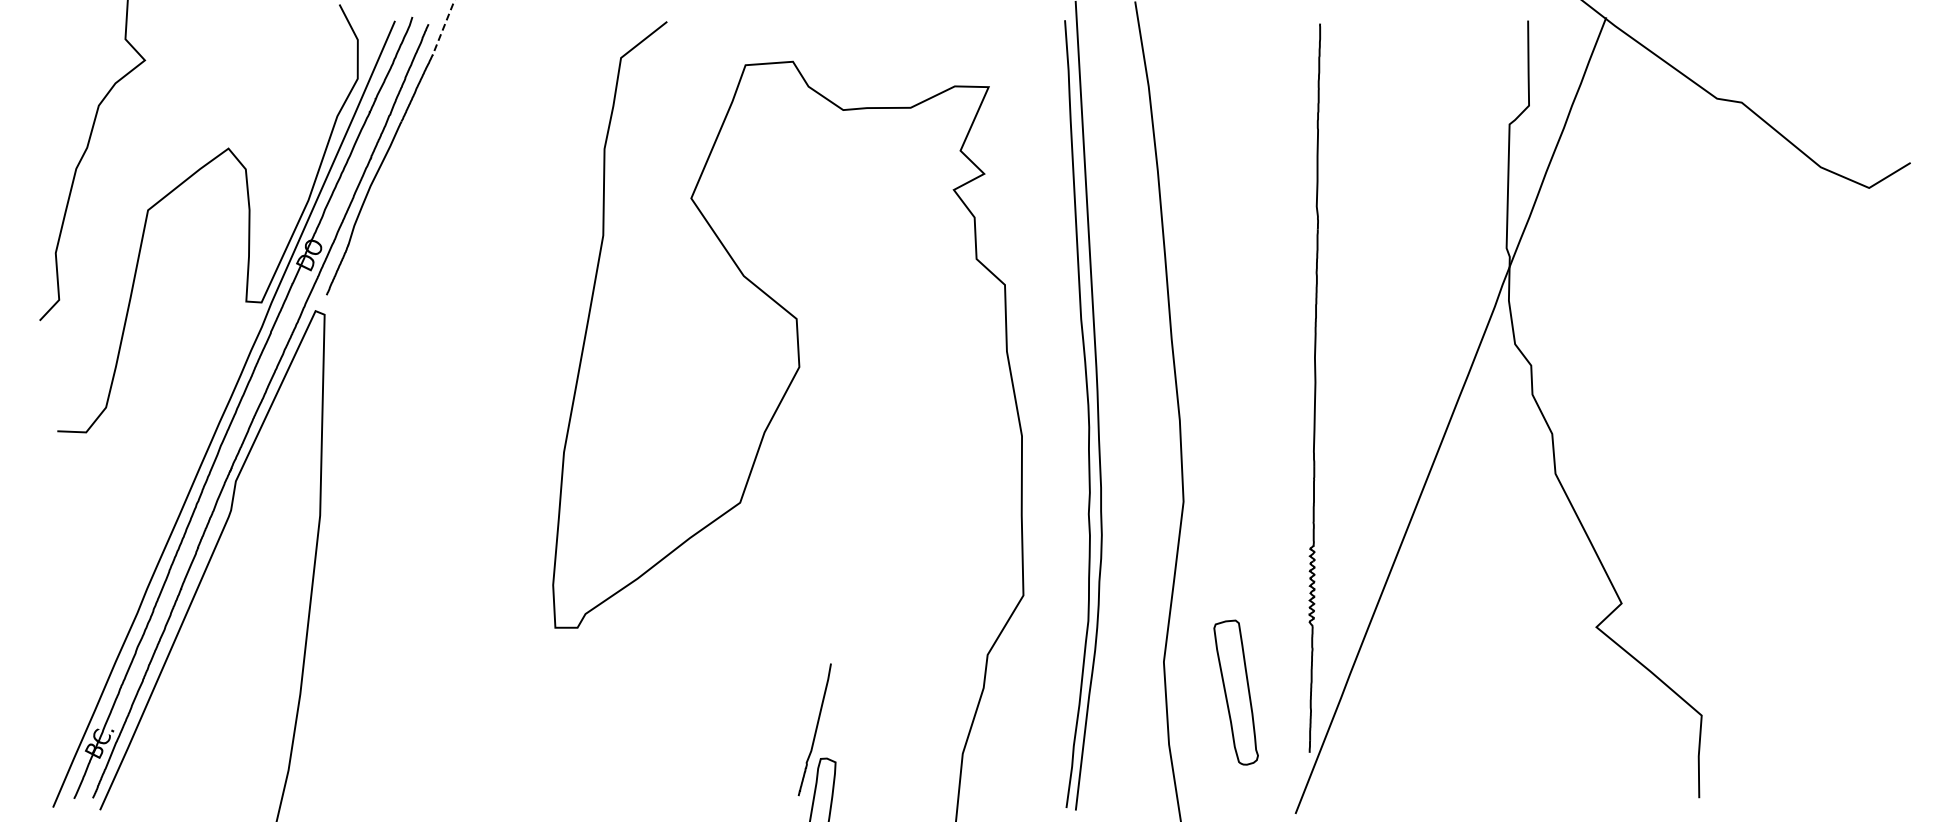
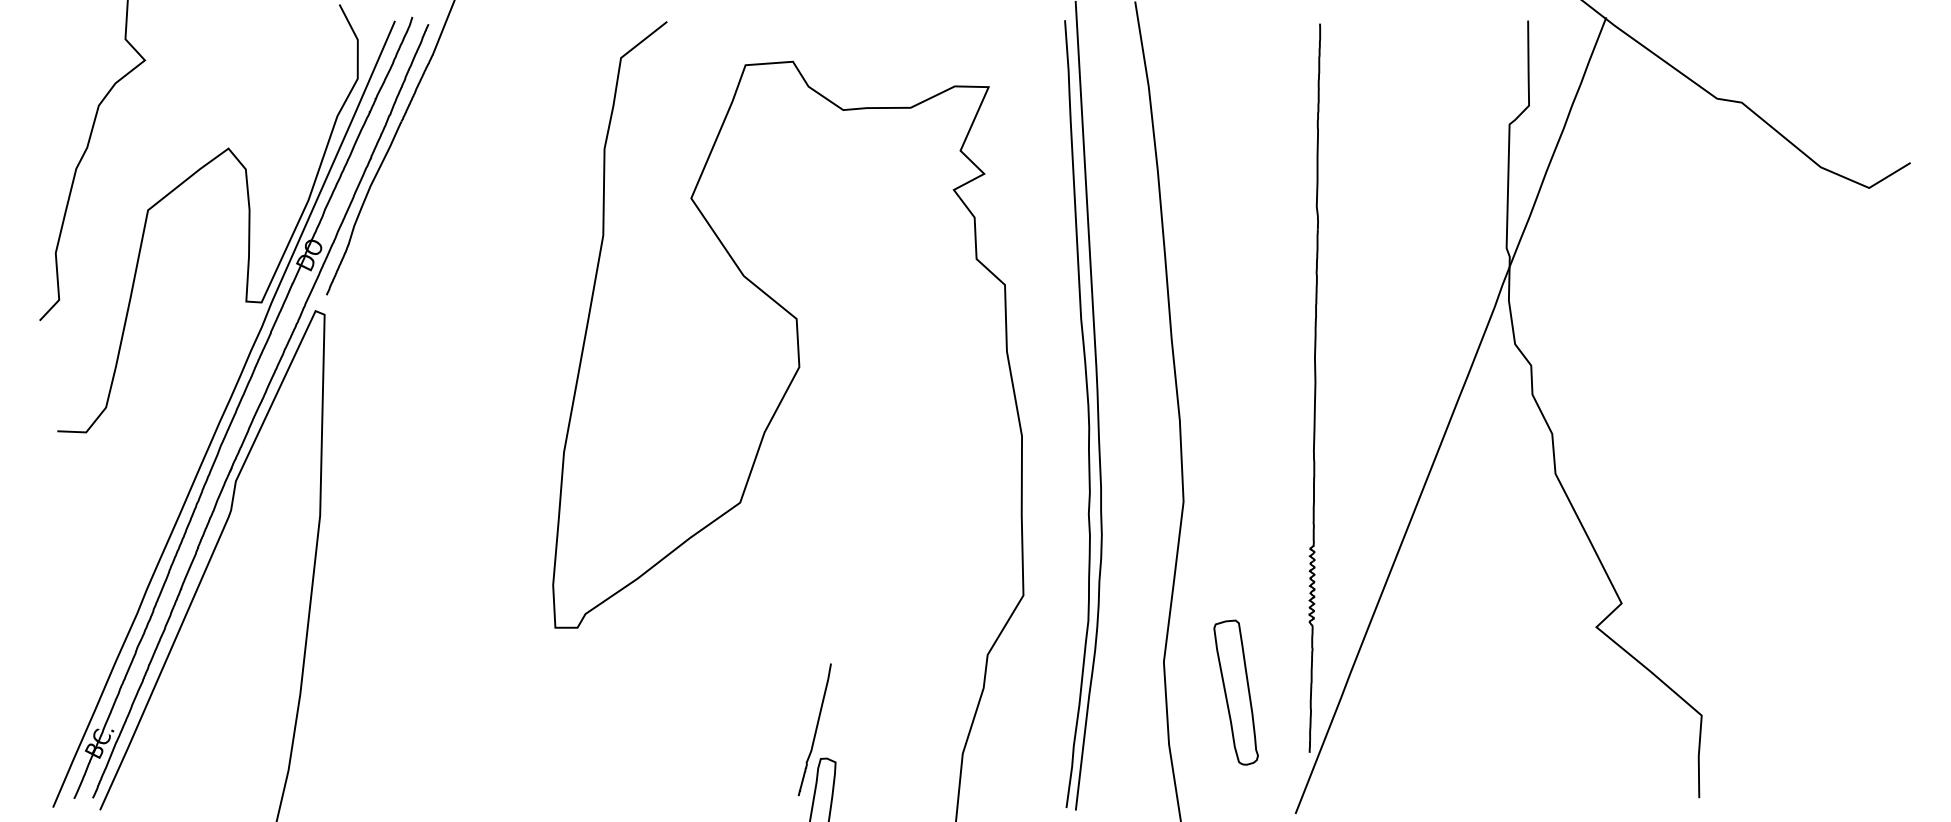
line at (443, 28): dashed -> solid
